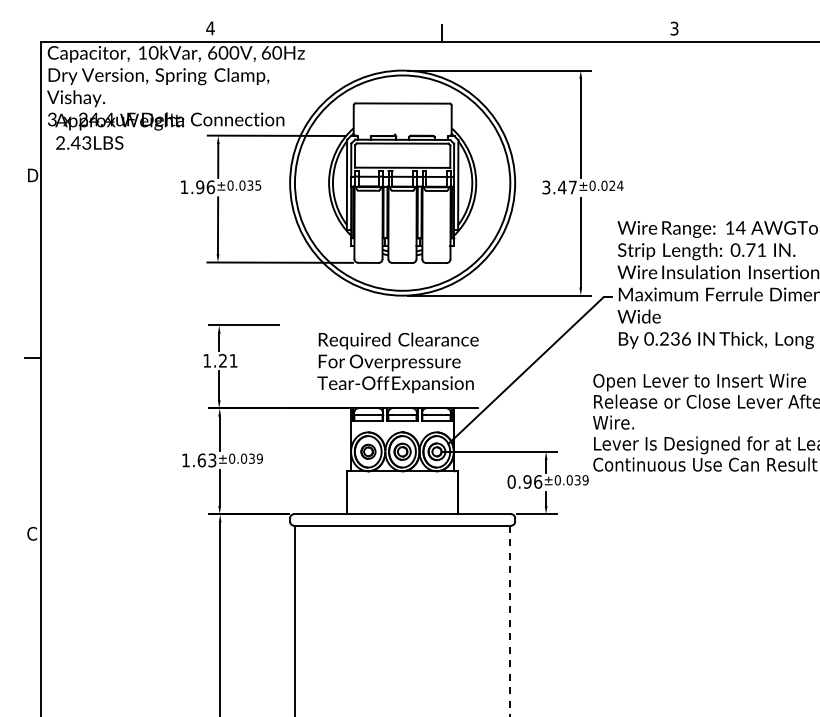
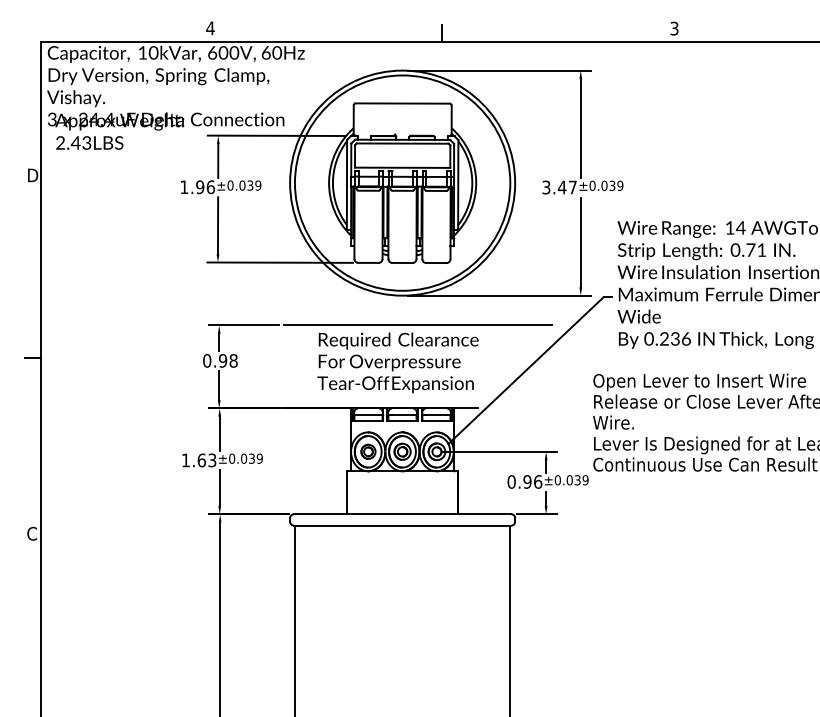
text at (258, 185): ±0.035 -> ±0.039
text at (616, 185): ±0.024 -> ±0.039
line at (417, 325): none -> present
text at (220, 360): 1.21 -> 0.98
line at (510, 621): dashed -> solid
